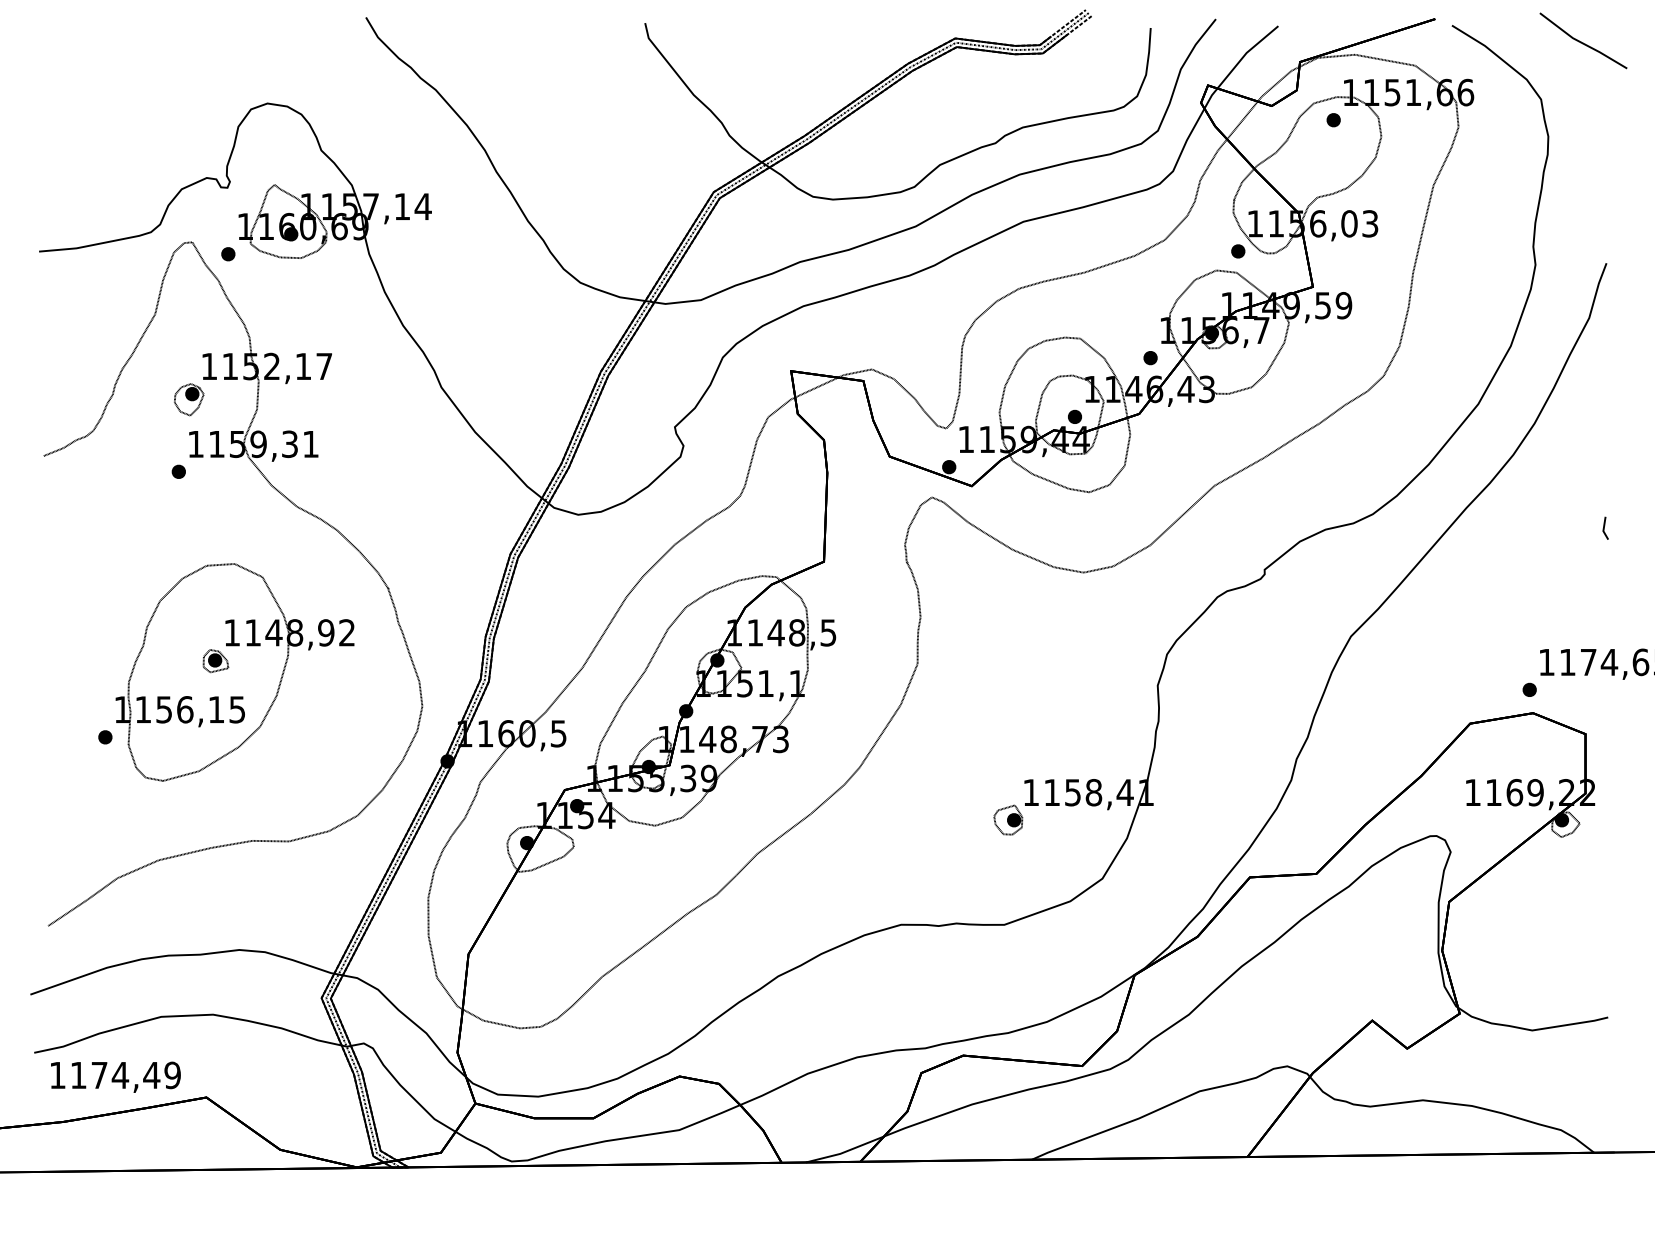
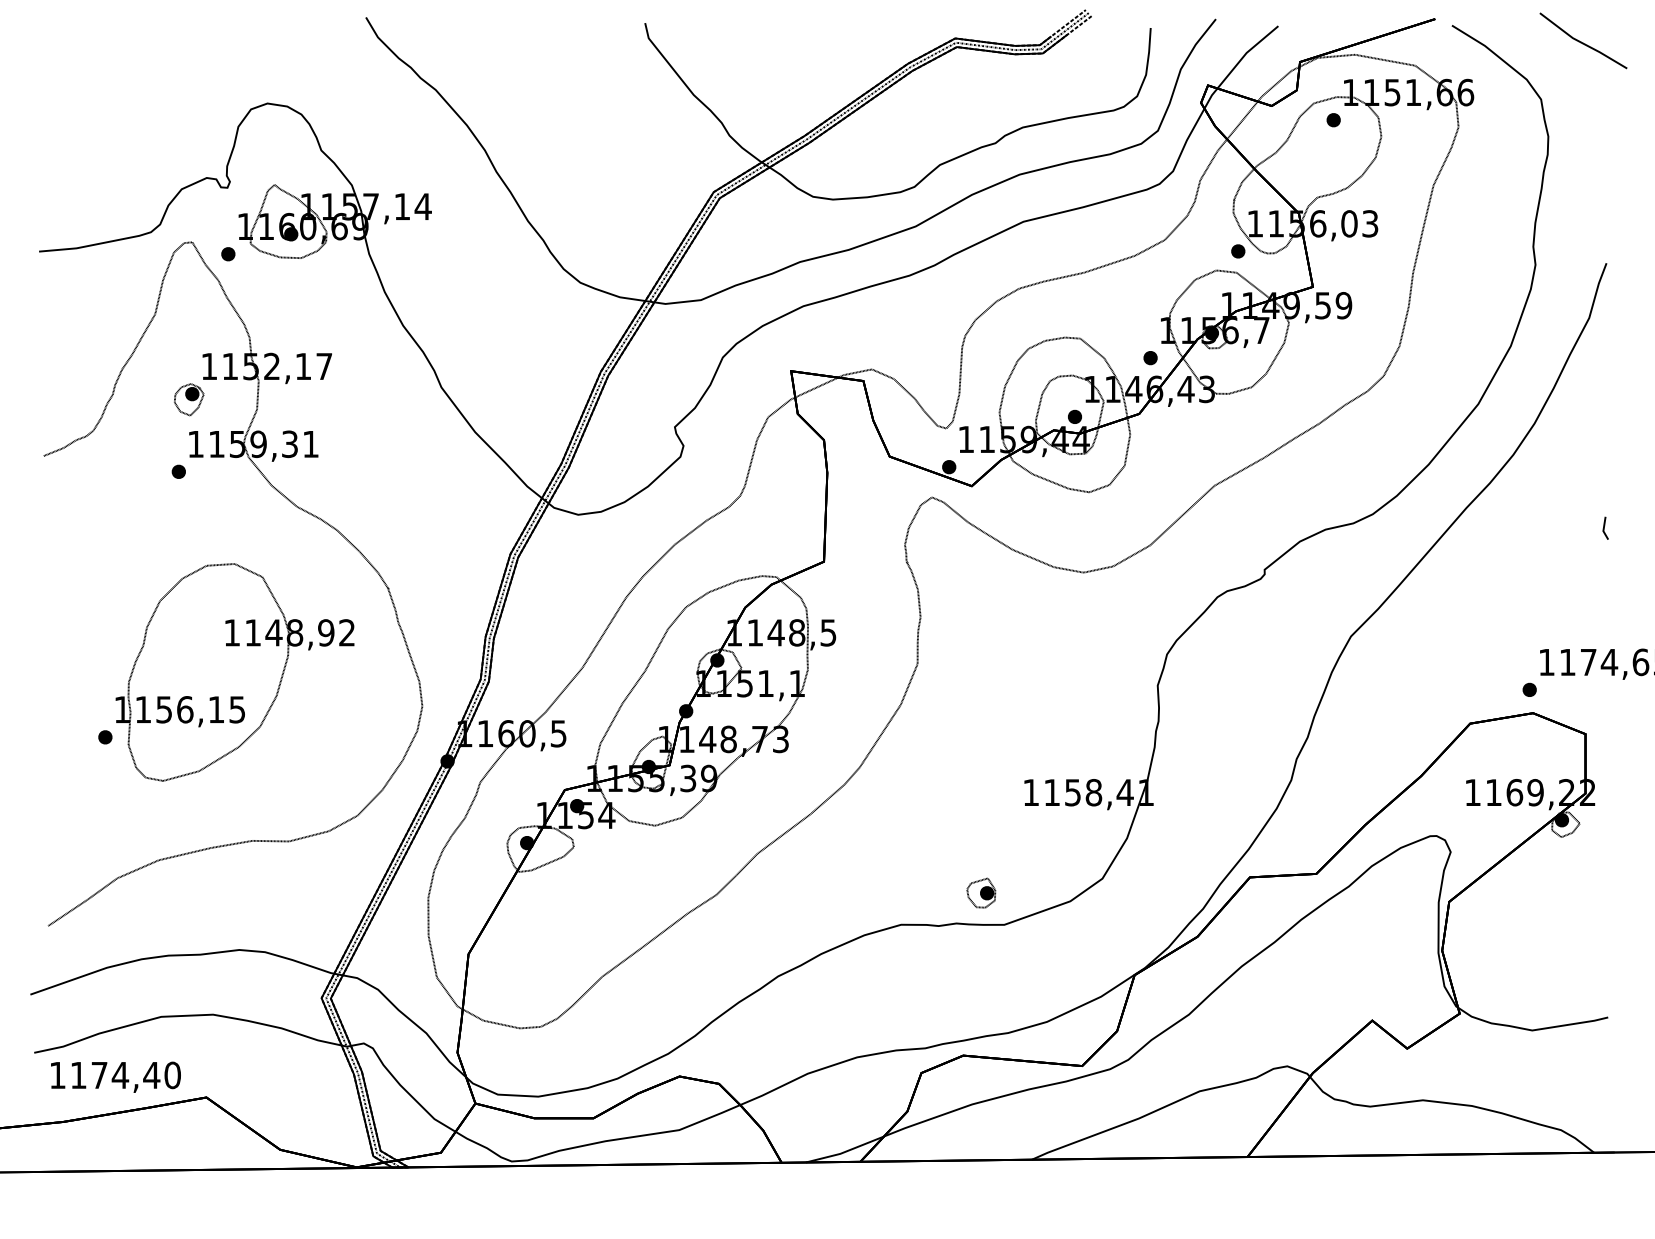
part at (215, 661): present -> none
part at (1008, 819) position: (1008, 819) -> (981, 892)
text at (172, 1075): 1174,49 -> 1174,40
